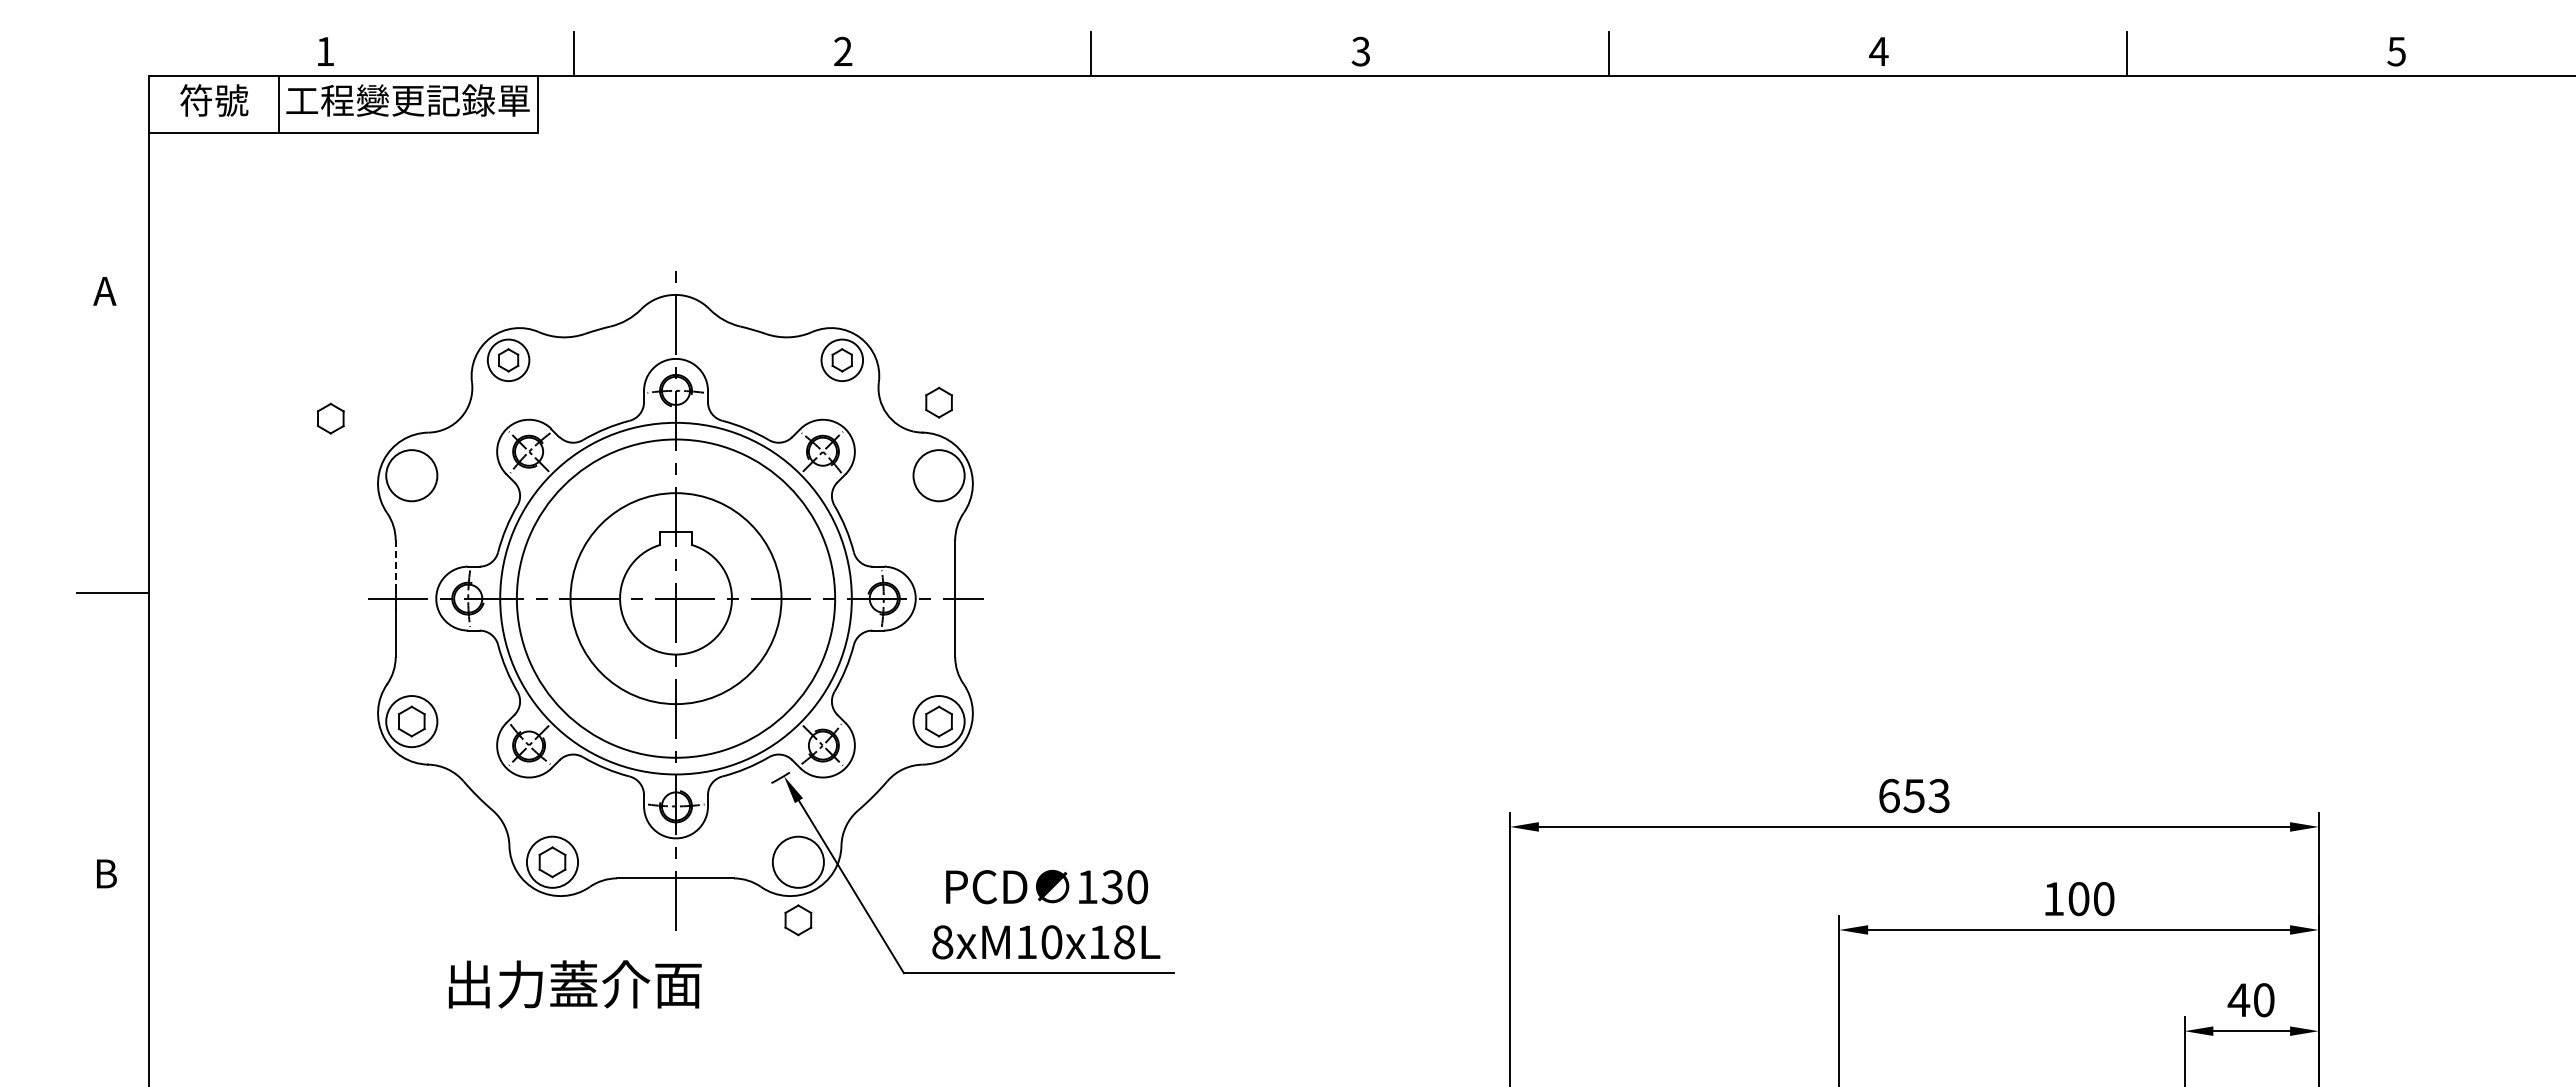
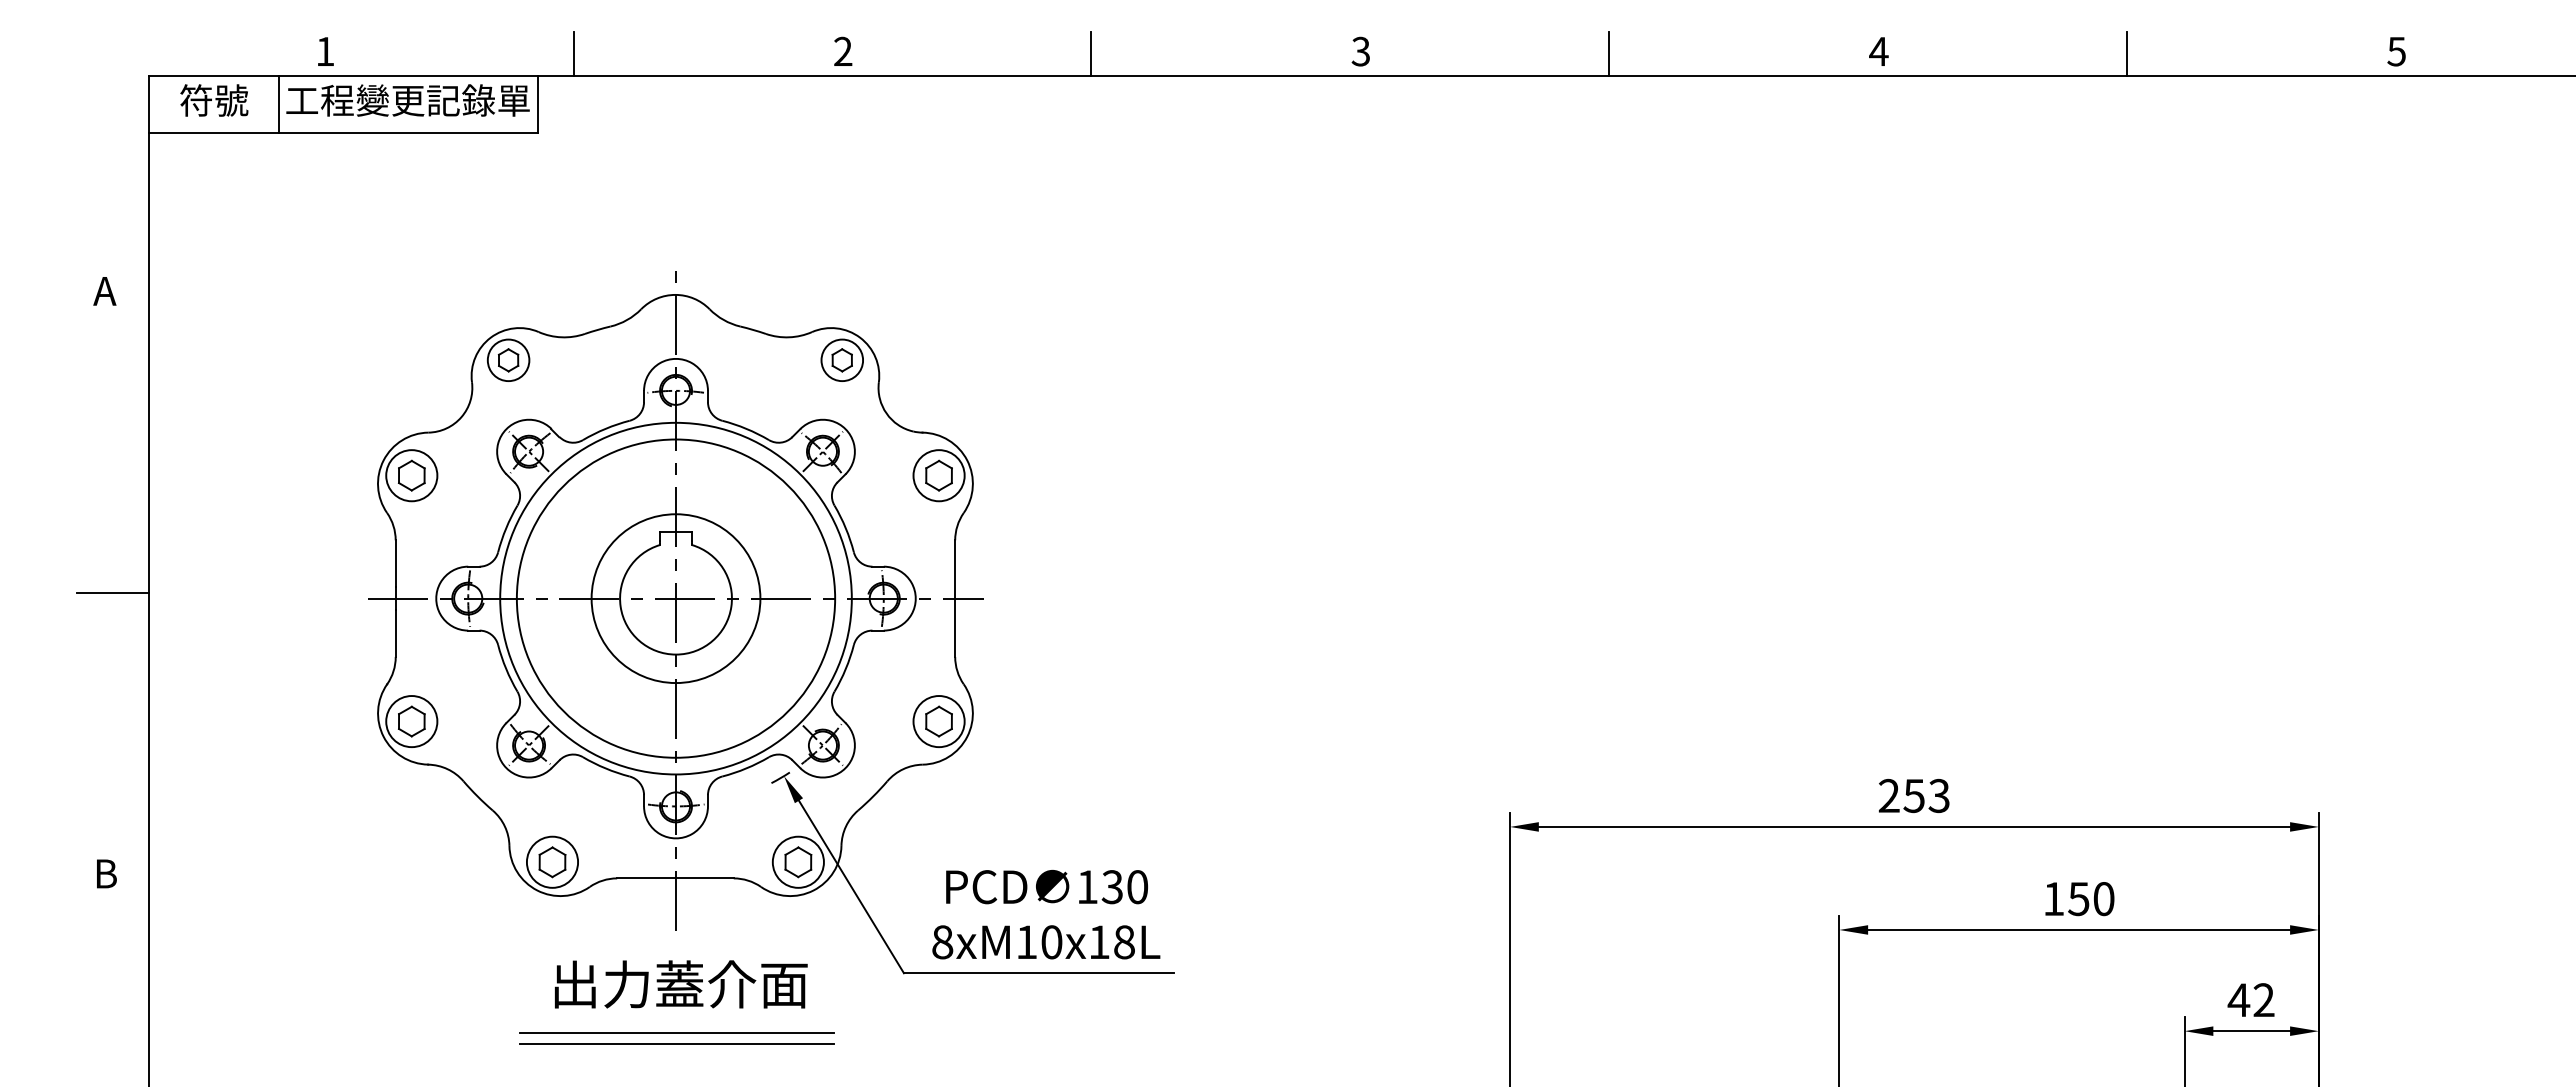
part at (938, 402) position: (938, 402) -> (938, 475)
part at (330, 418) position: (330, 418) -> (411, 475)
line at (395, 564): dashed -> solid
circle at (675, 598) diameter: 211 px -> 169 px
text at (1888, 795): 653 -> 253
text at (2078, 899): 100 -> 150
part at (798, 920) position: (798, 920) -> (798, 862)
text at (575, 984) position: (575, 984) -> (681, 984)
text at (2263, 1000): 40 -> 42
line at (676, 1032): none -> present
line at (677, 1043): none -> present
